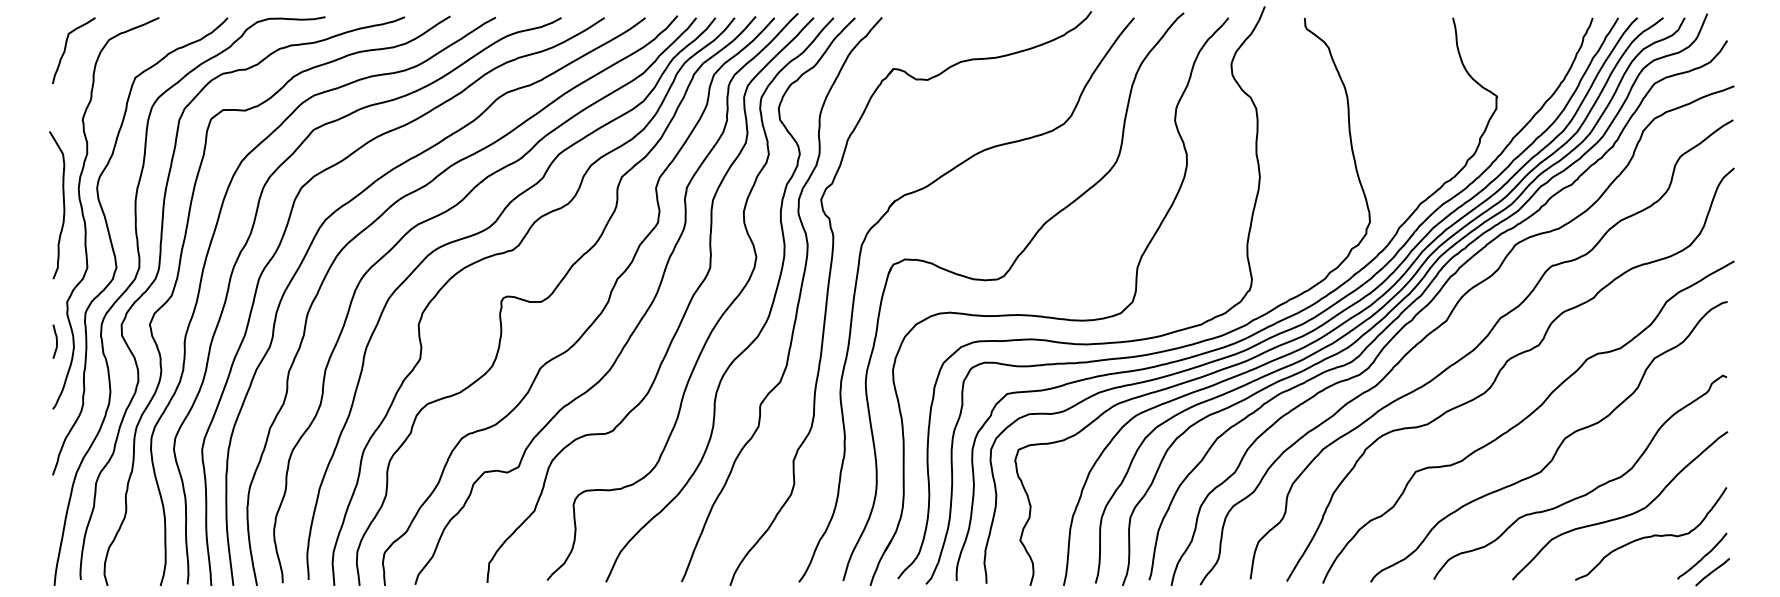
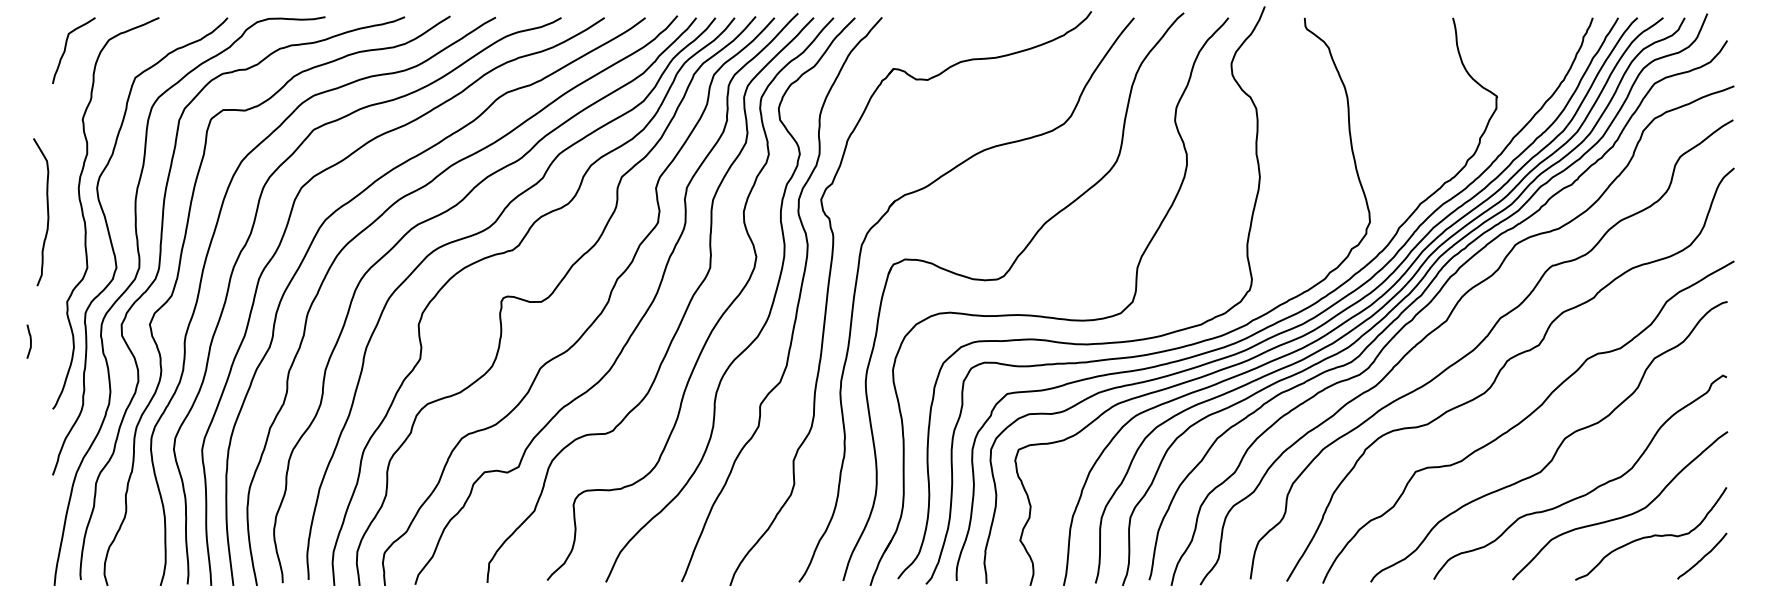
curve at (63, 205) position: (63, 205) -> (47, 212)
curve at (56, 341) position: (56, 341) -> (30, 341)
line at (1712, 572): present -> none
